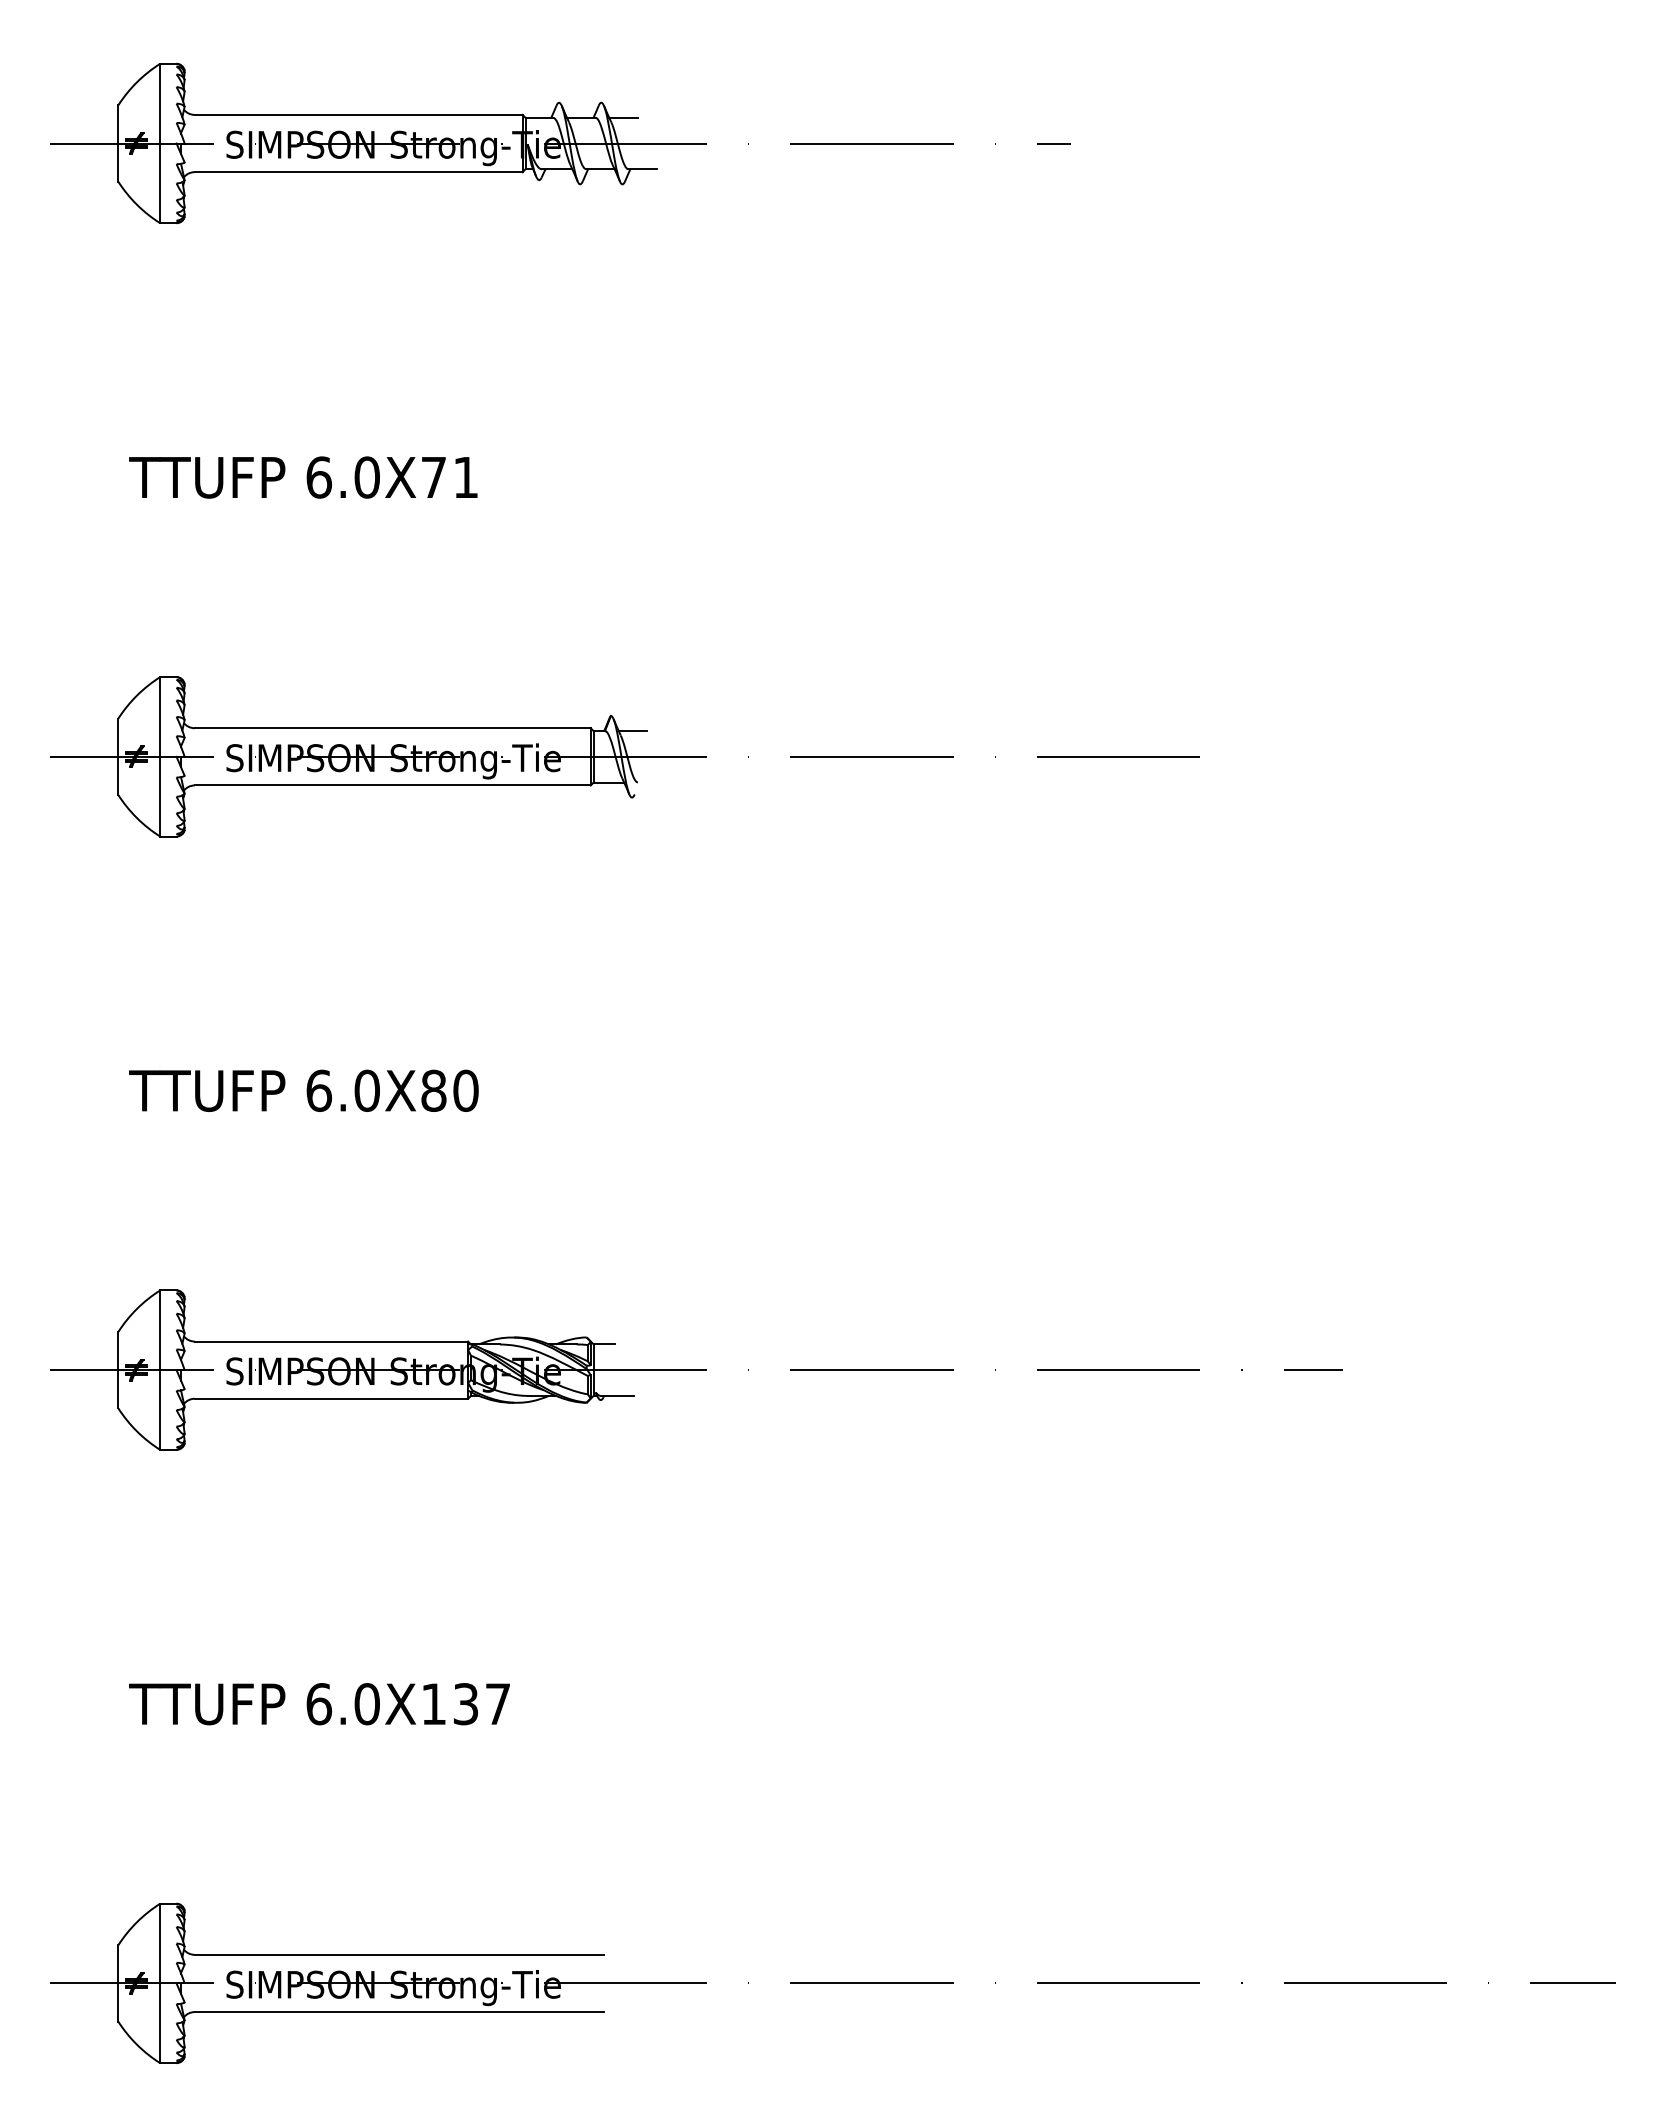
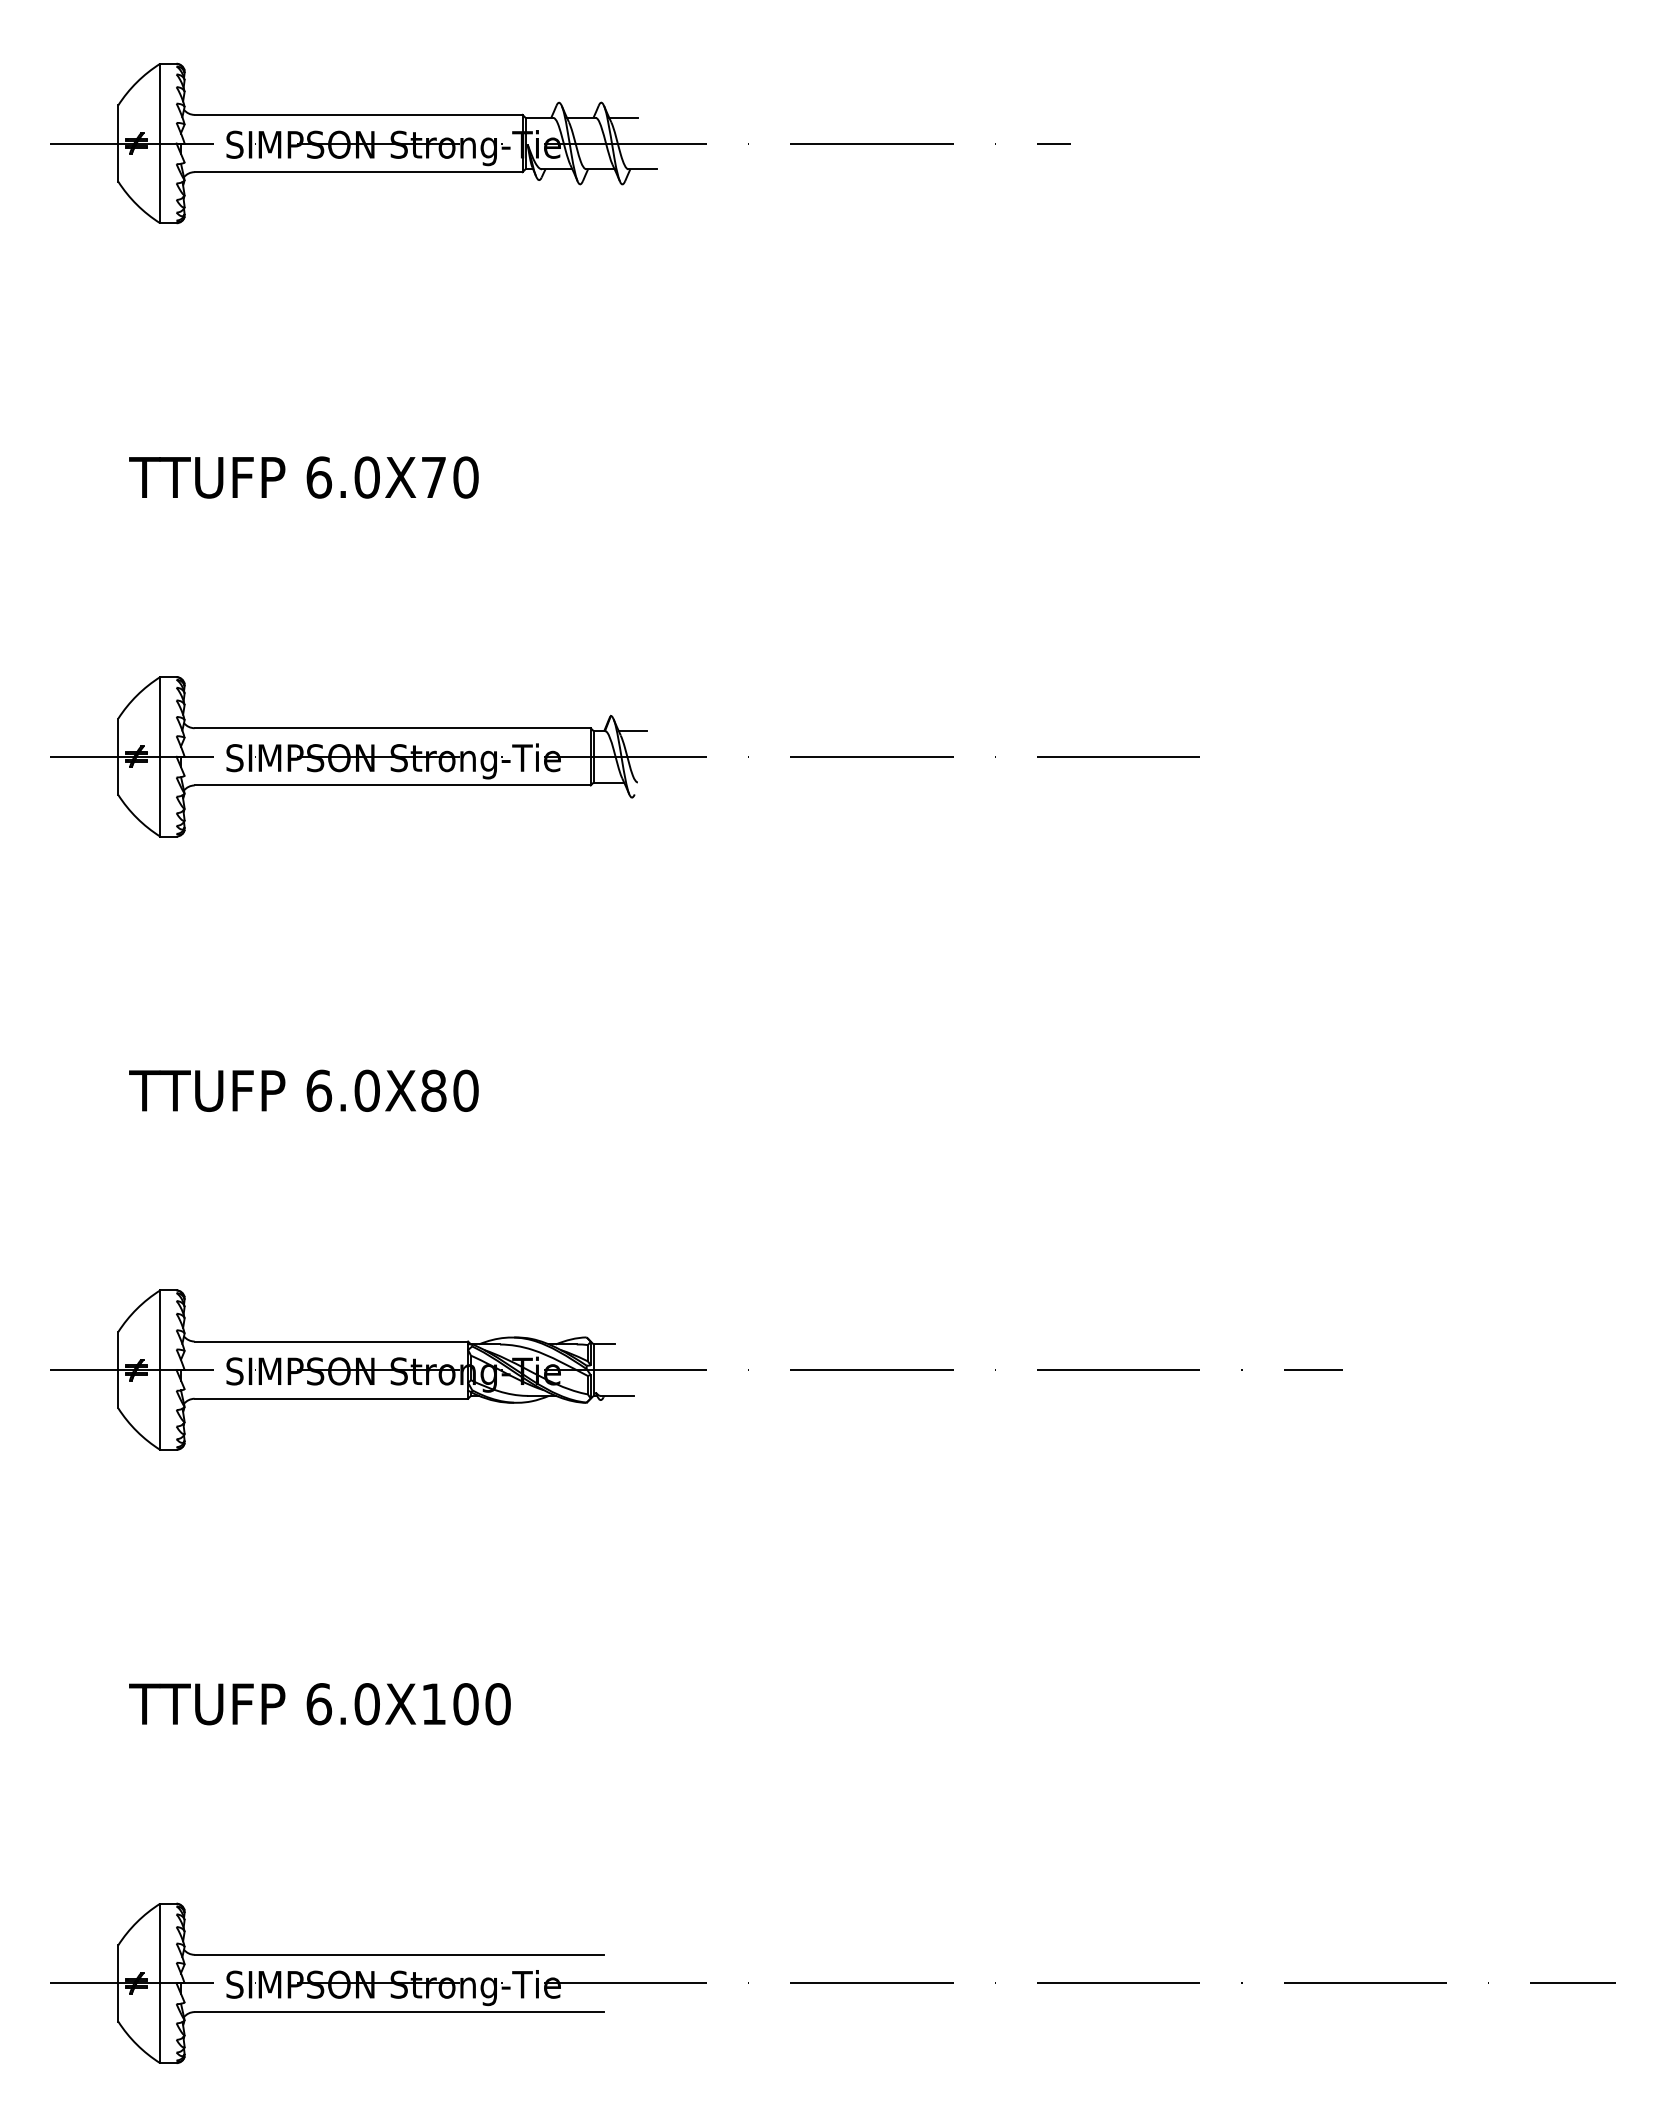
text at (465, 477): 6.0X71 -> 6.0X70
text at (481, 1704): 6.0X137 -> 6.0X100
